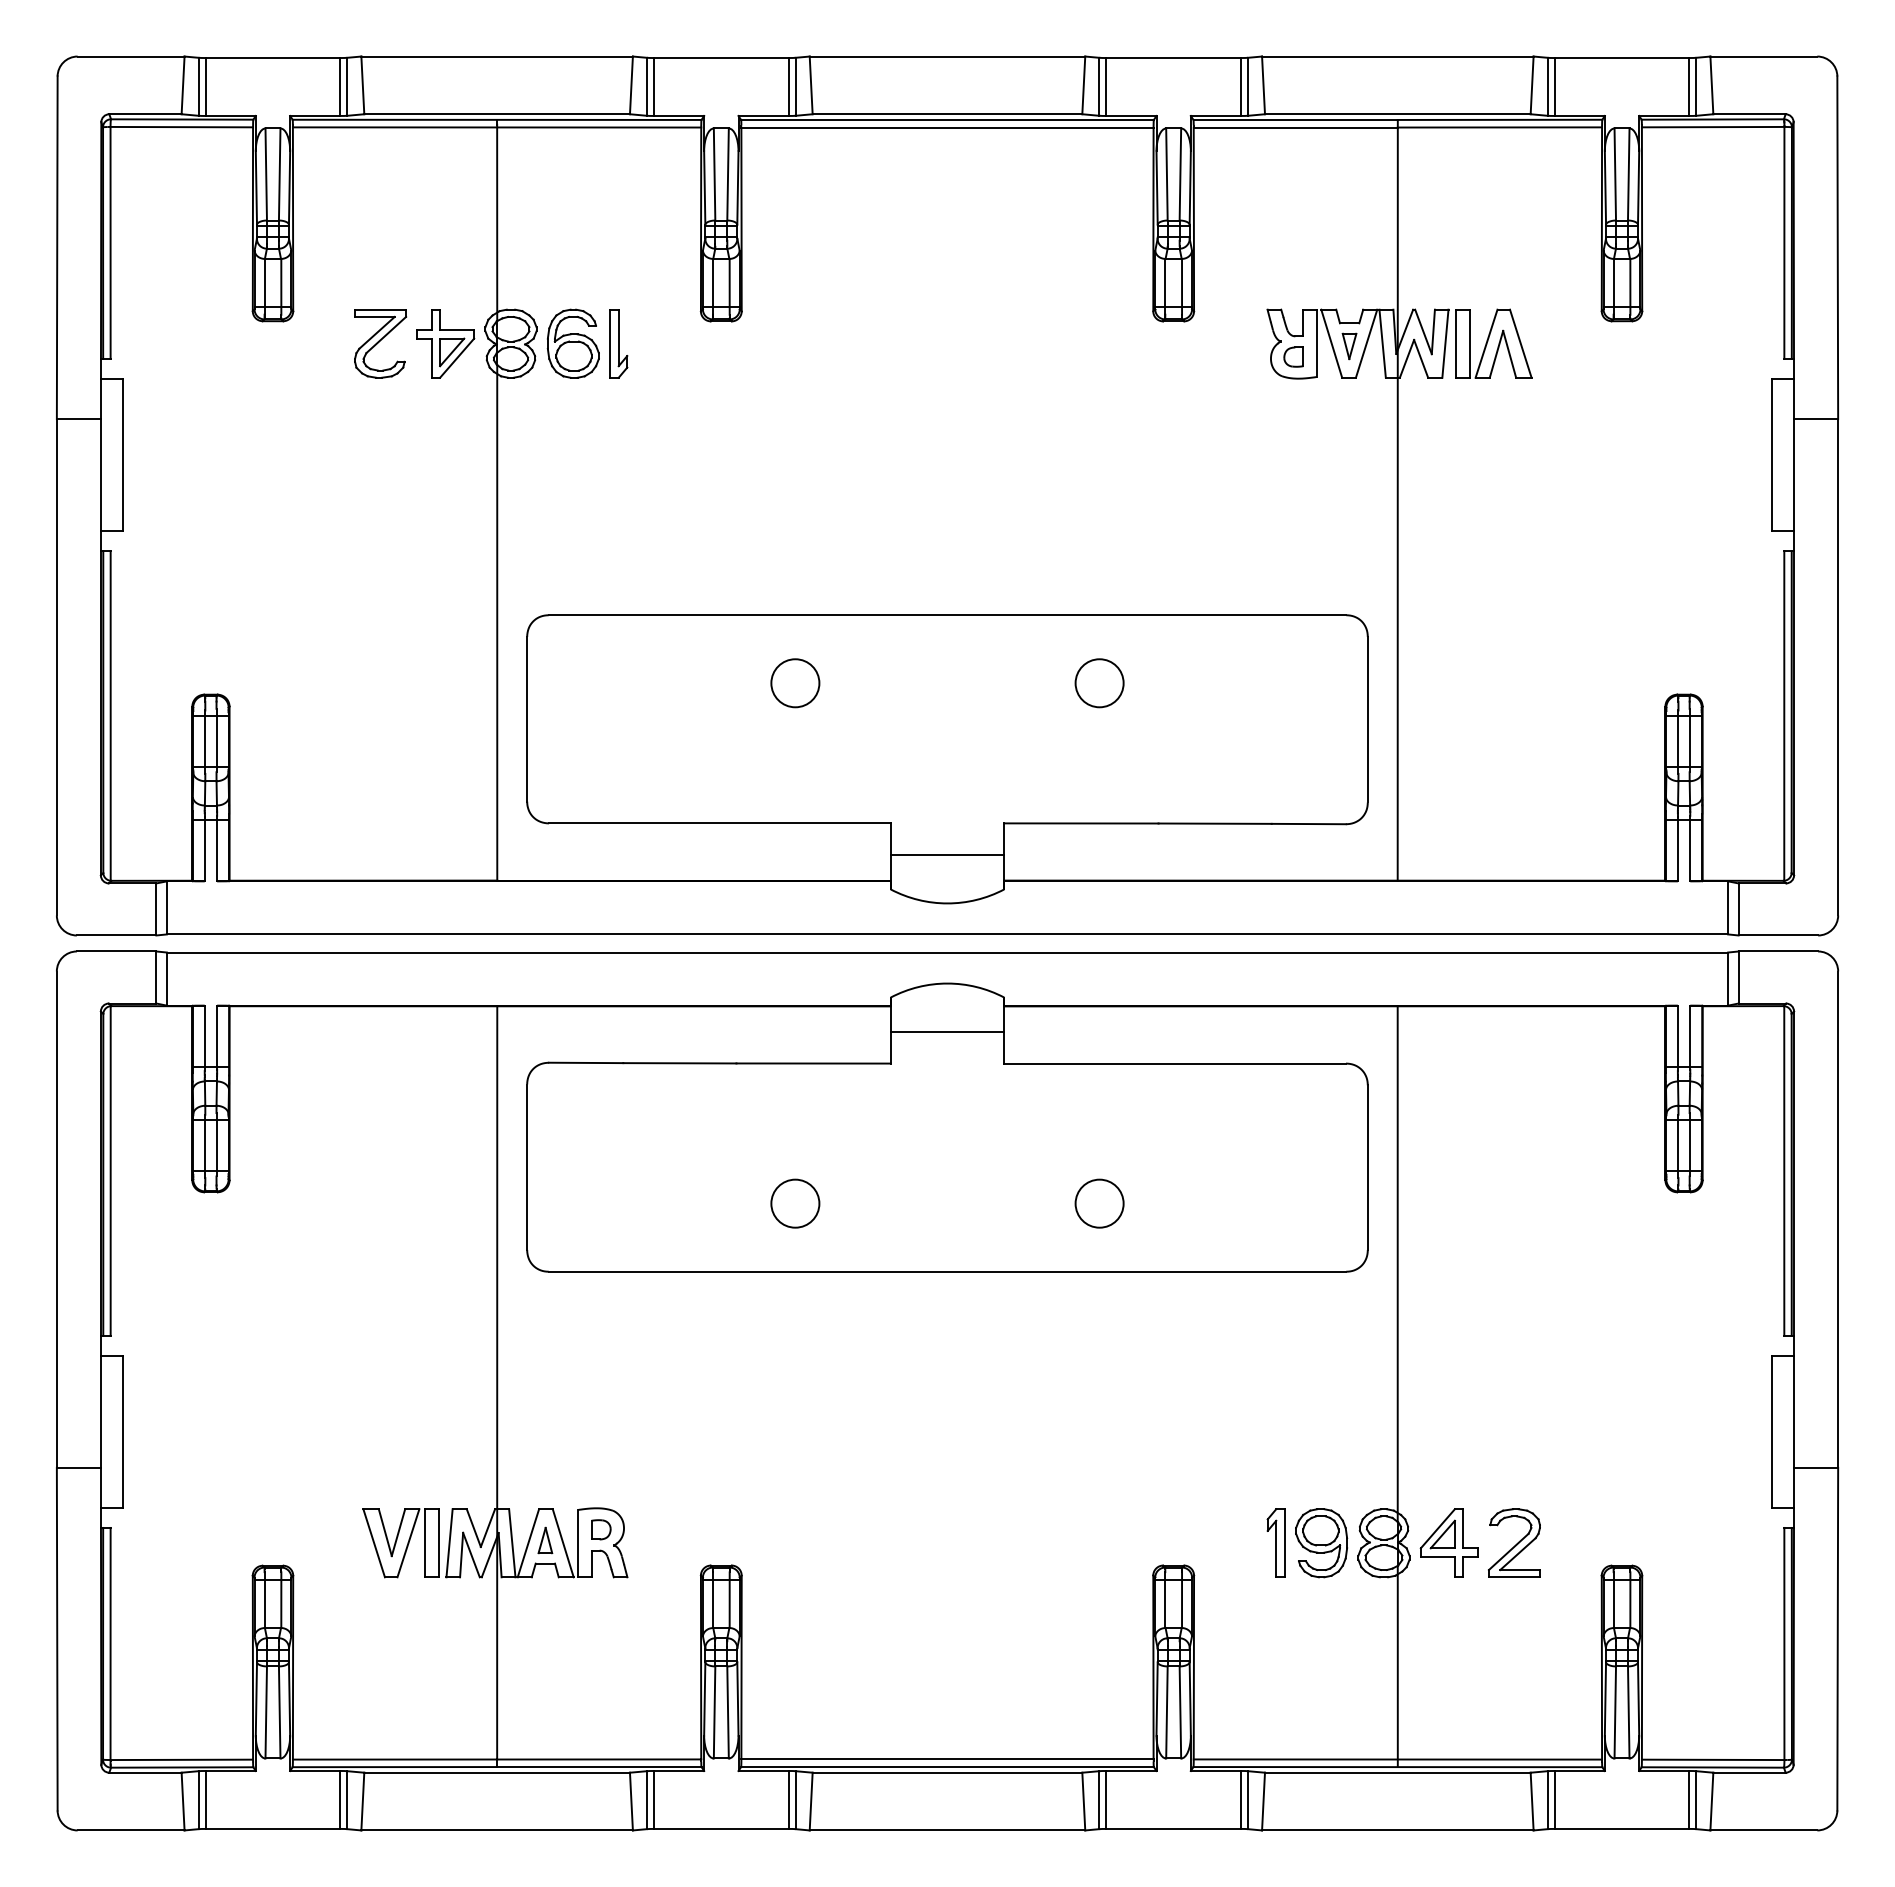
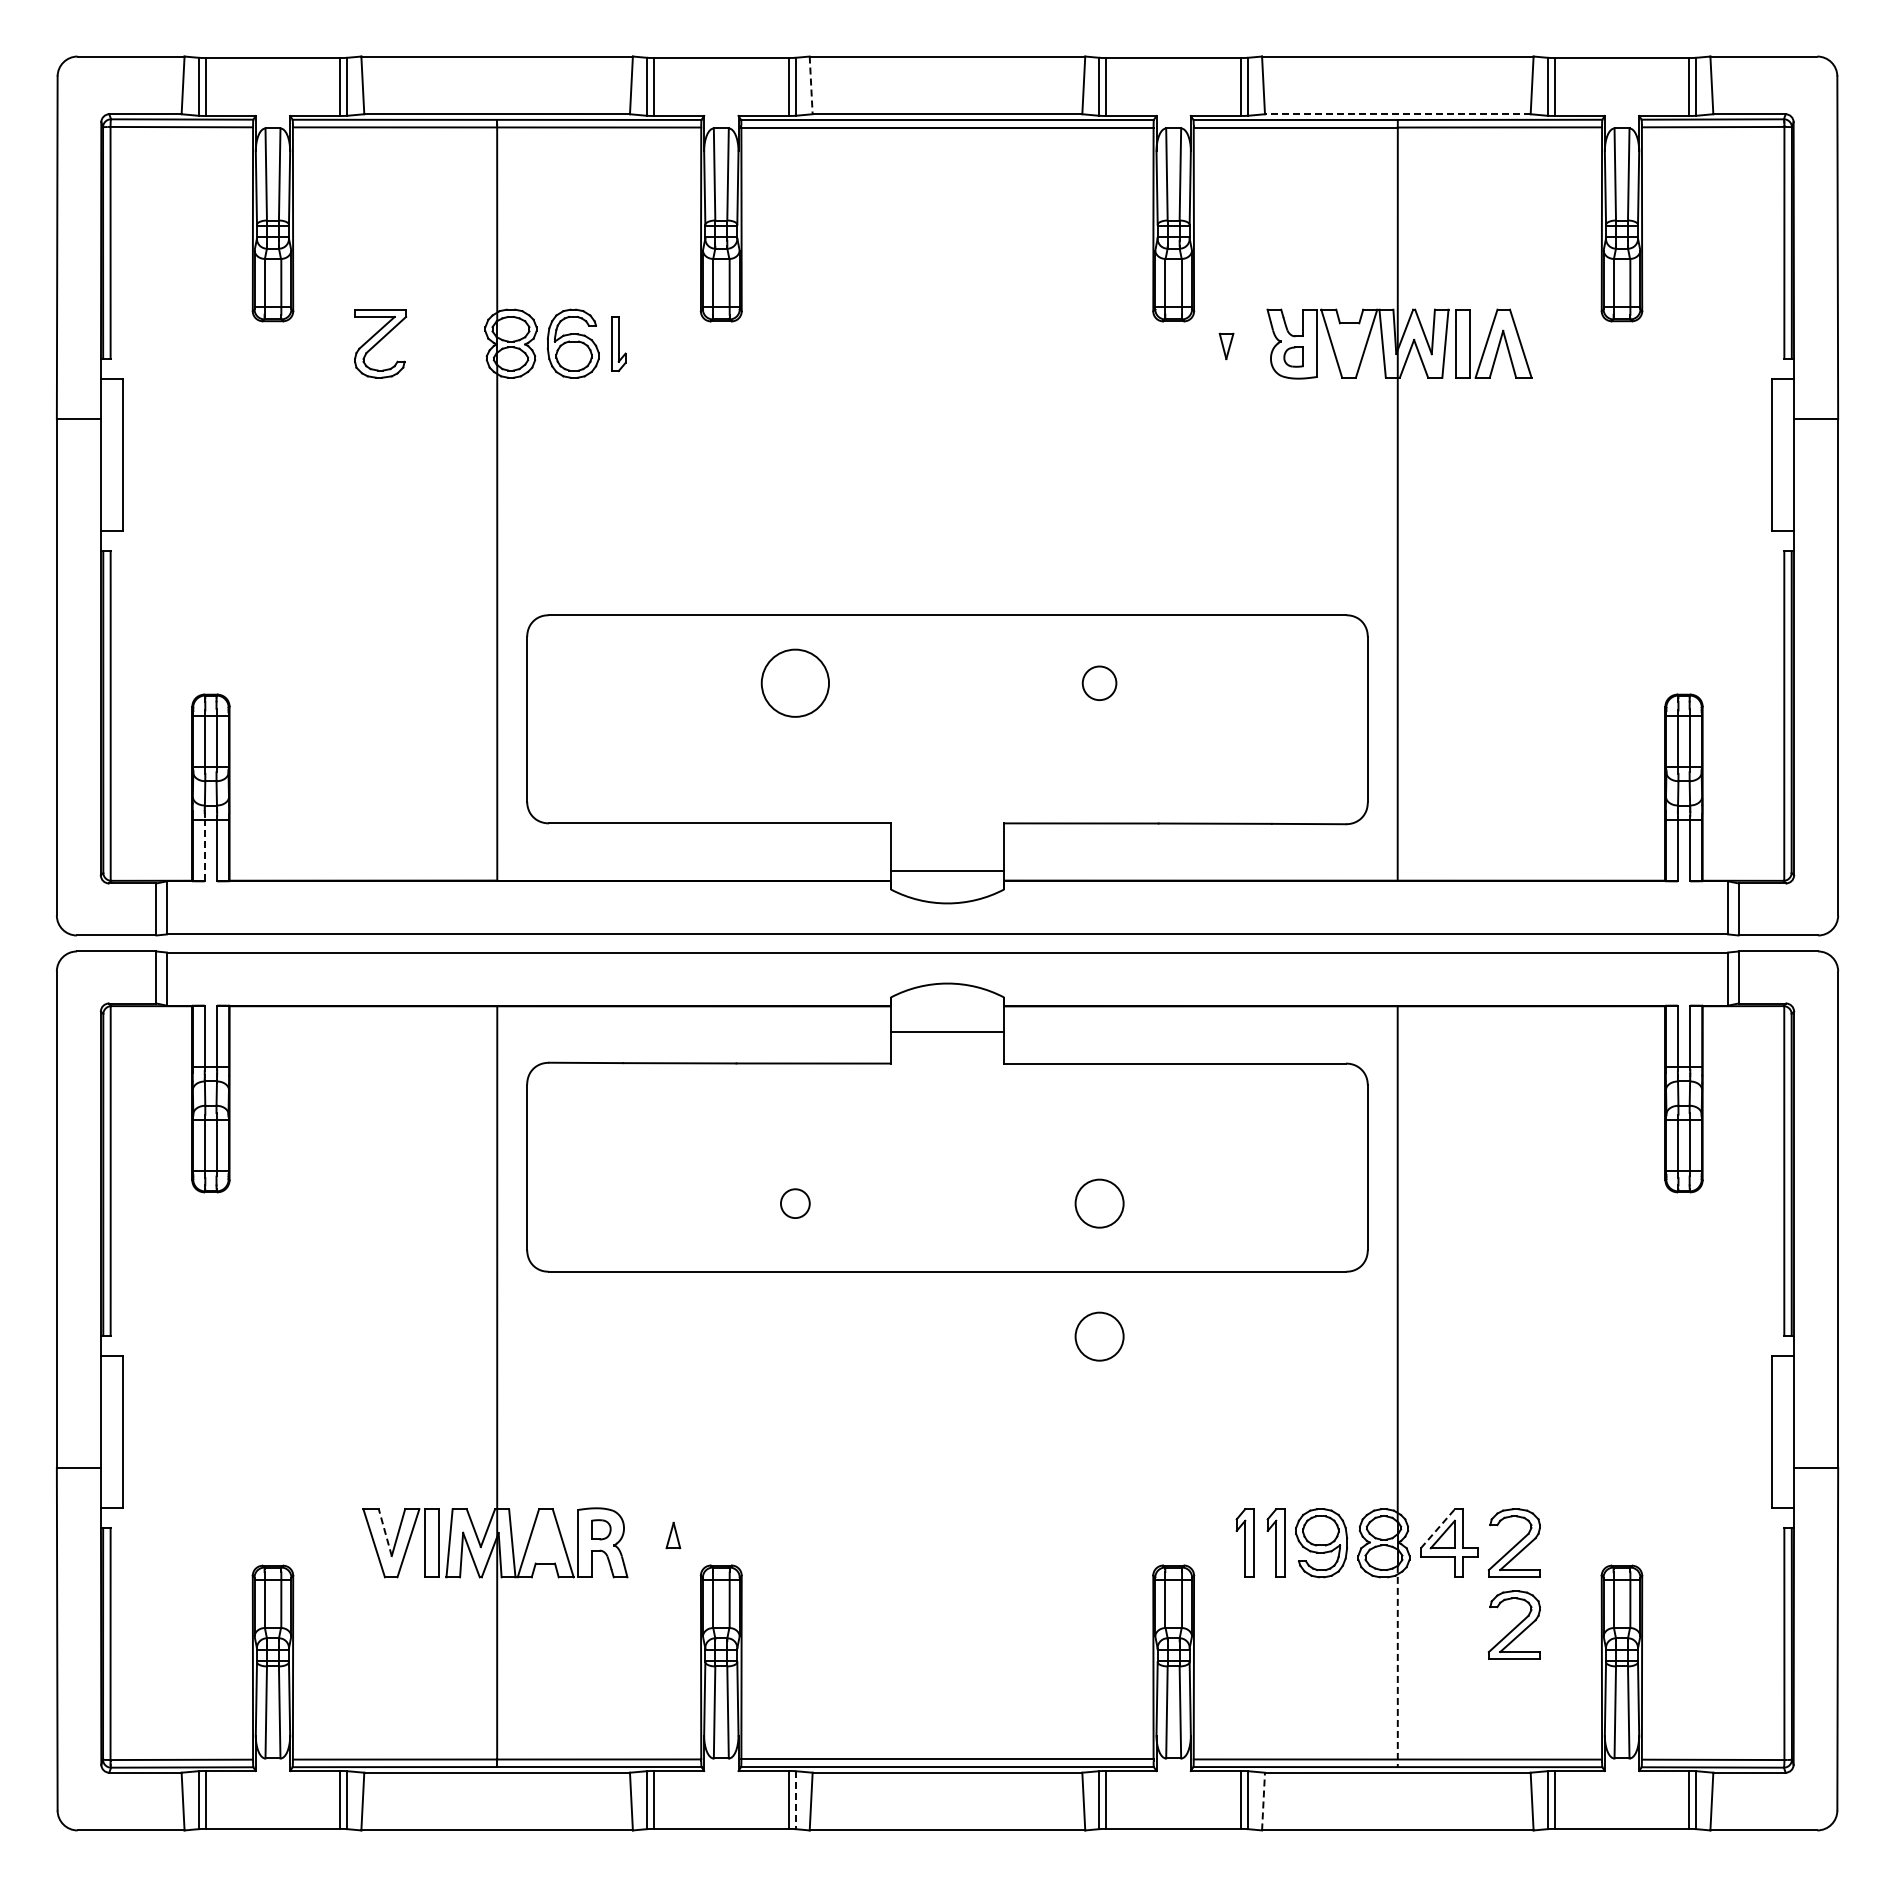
line at (811, 85): solid -> dashed
line at (1397, 114): solid -> dashed
part at (445, 343): present -> none
part at (618, 343) size: 20x70 px -> 16x56 px
part at (1349, 346) position: (1349, 346) -> (1226, 346)
circle at (795, 683) diameter: 48 px -> 67 px
circle at (1099, 683) size: 51x51 px -> 37x36 px
line at (204, 848): solid -> dashed
line at (947, 855) position: (947, 855) -> (947, 871)
circle at (795, 1203) diameter: 48 px -> 29 px
circle at (1099, 1336): none -> present
line at (1437, 1528): solid -> dashed
line at (385, 1532): solid -> dashed
part at (545, 1540) position: (545, 1540) -> (673, 1535)
part at (1244, 1542): none -> present
part at (1514, 1624): none -> present
line at (1397, 1667): solid -> dashed
line at (795, 1800): solid -> dashed
line at (1263, 1801): solid -> dashed
